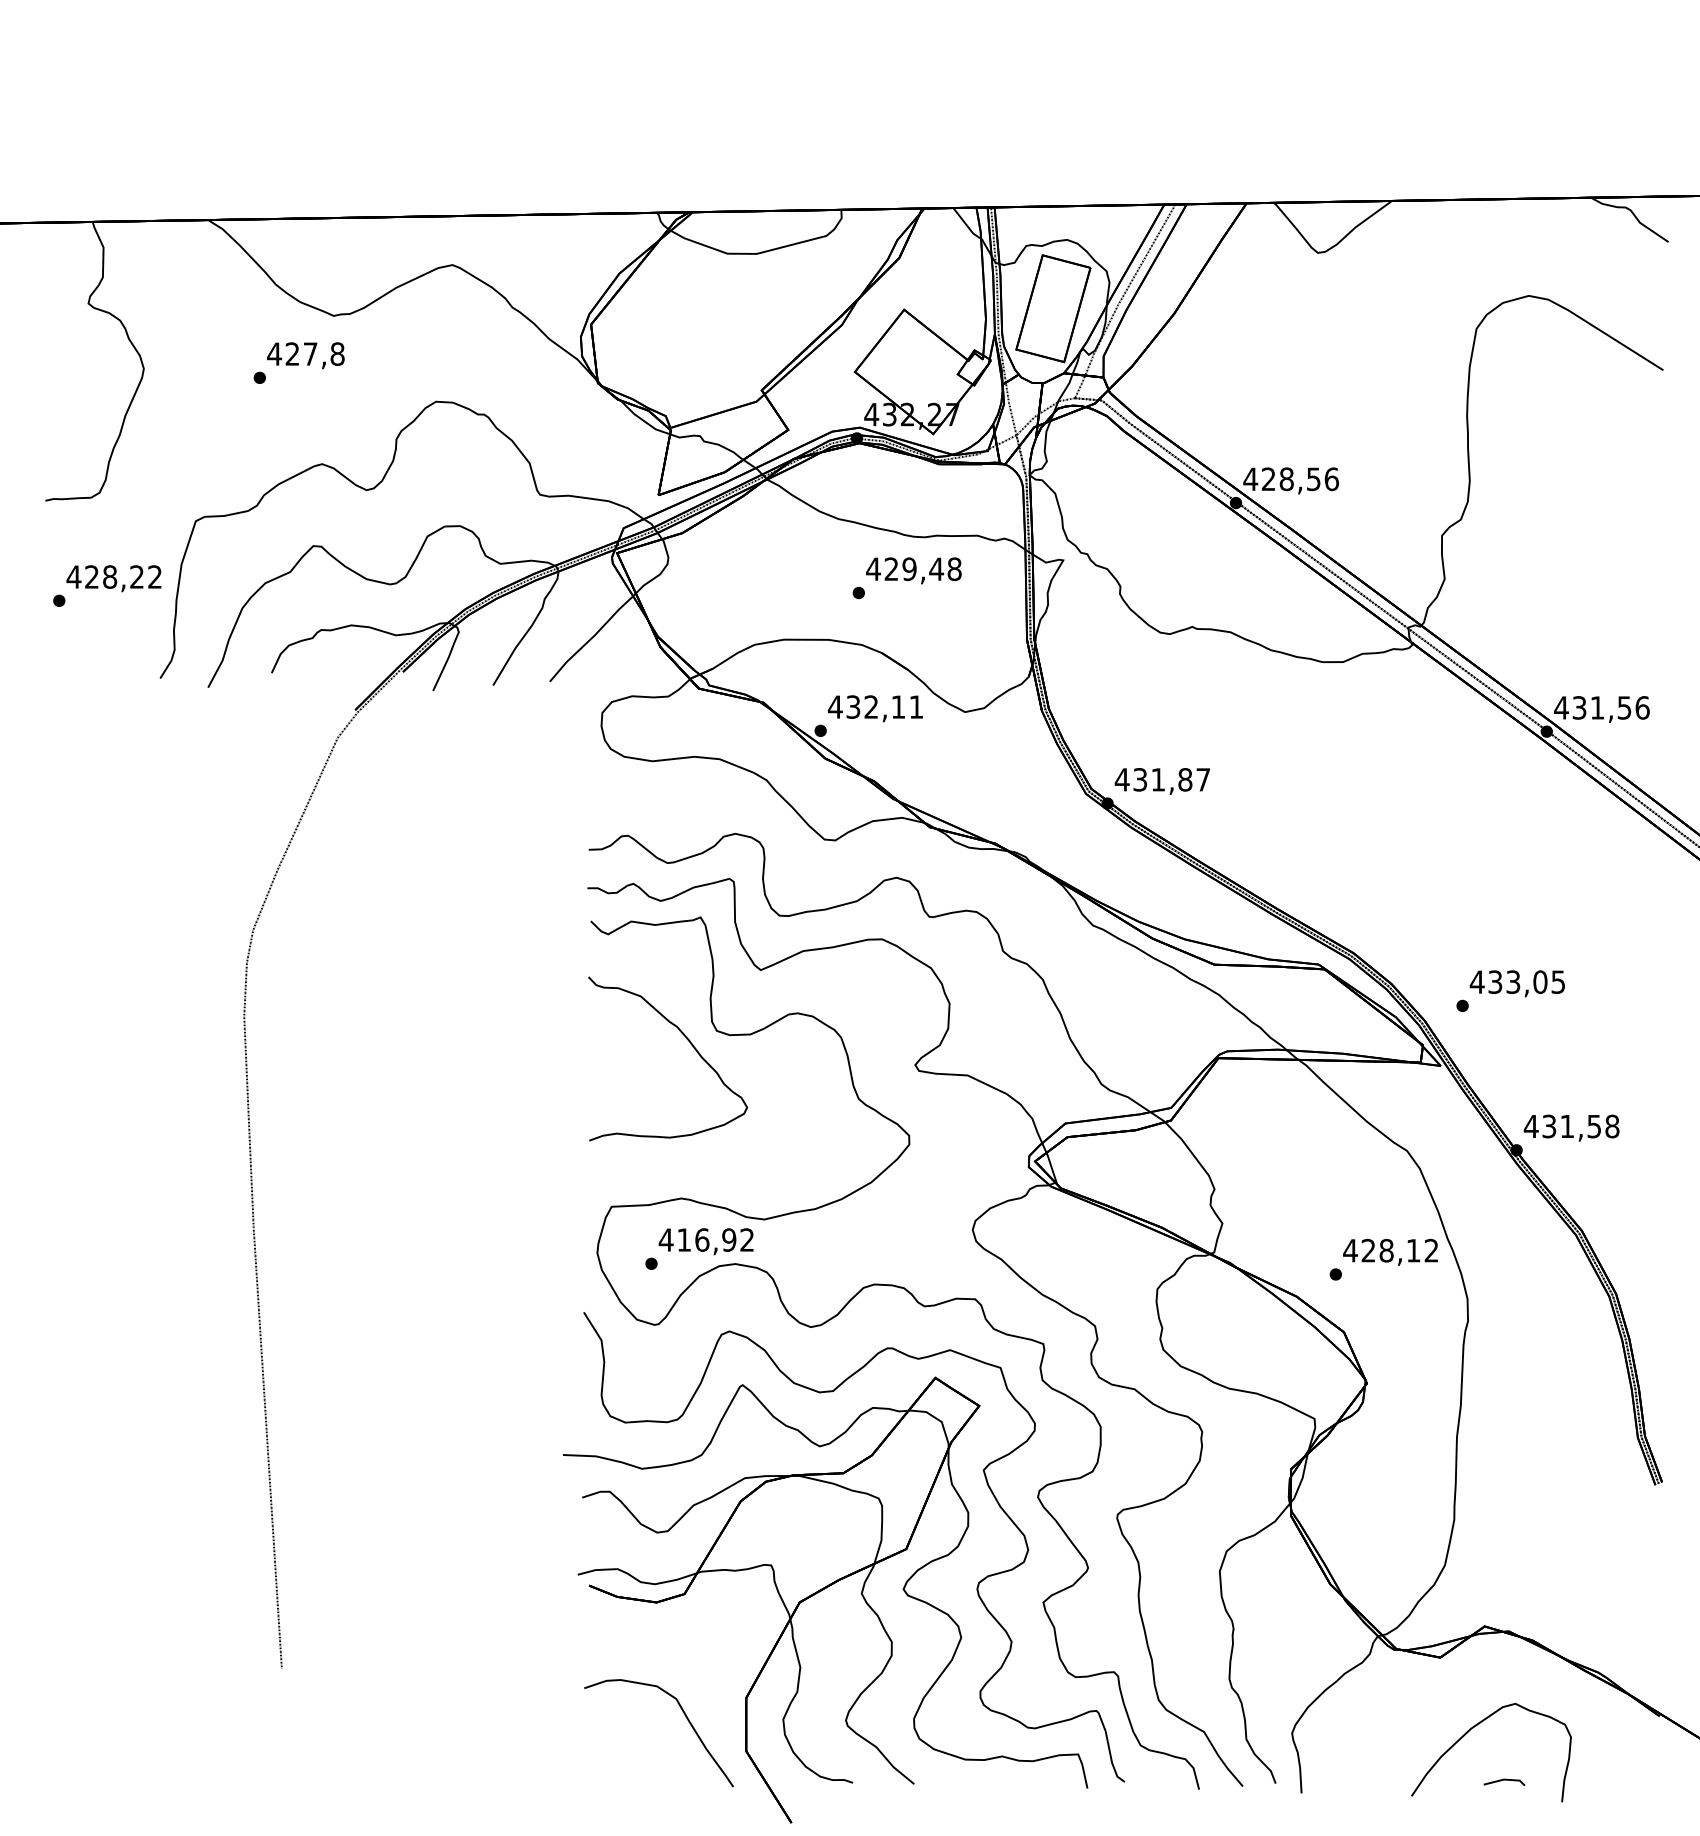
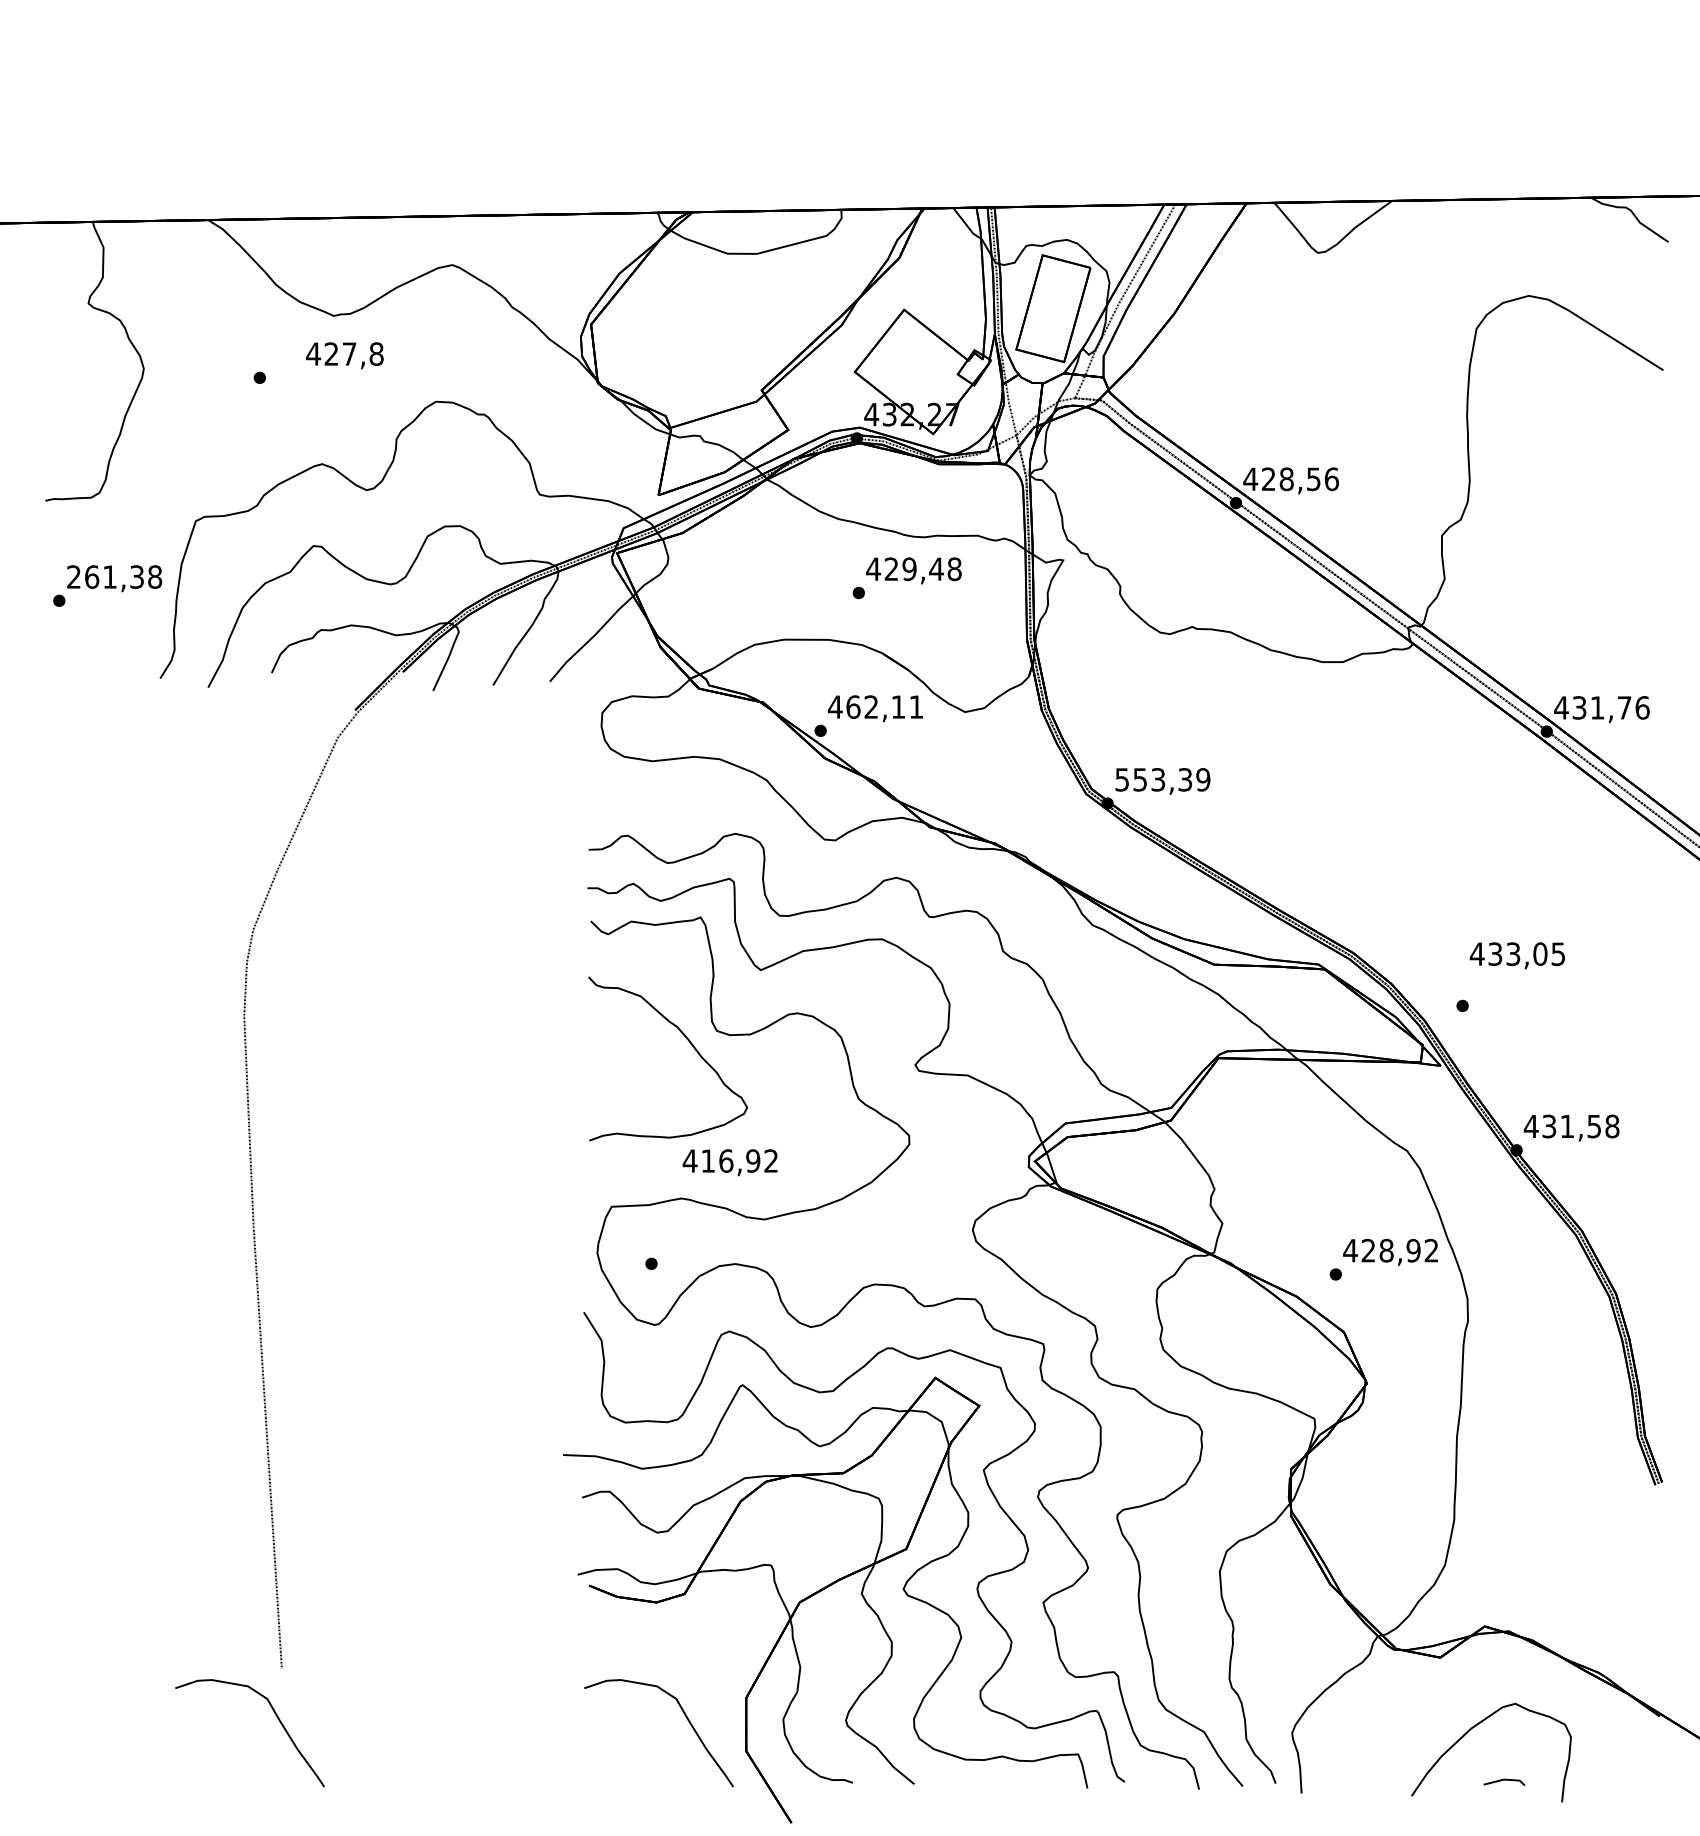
text at (305, 355) position: (305, 355) -> (344, 355)
text at (114, 576): 428,22 -> 261,38
text at (853, 706): 432,11 -> 462,11
text at (1624, 707): 431,56 -> 431,76
text at (1162, 779): 431,87 -> 553,39
text at (1516, 983) position: (1516, 983) -> (1516, 955)
text at (705, 1241) position: (705, 1241) -> (729, 1162)
text at (1413, 1250): 428,12 -> 428,92
part at (276, 1717): none -> present
